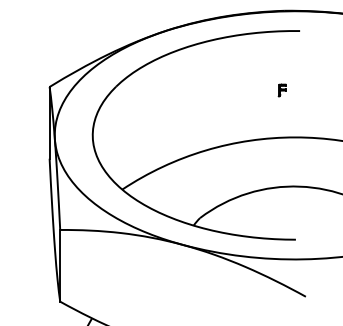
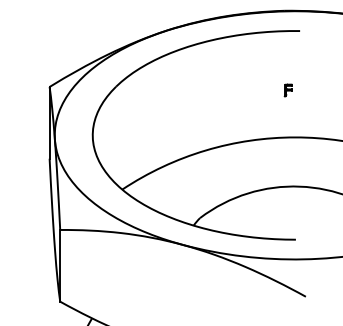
part at (281, 90) position: (281, 90) -> (287, 90)
